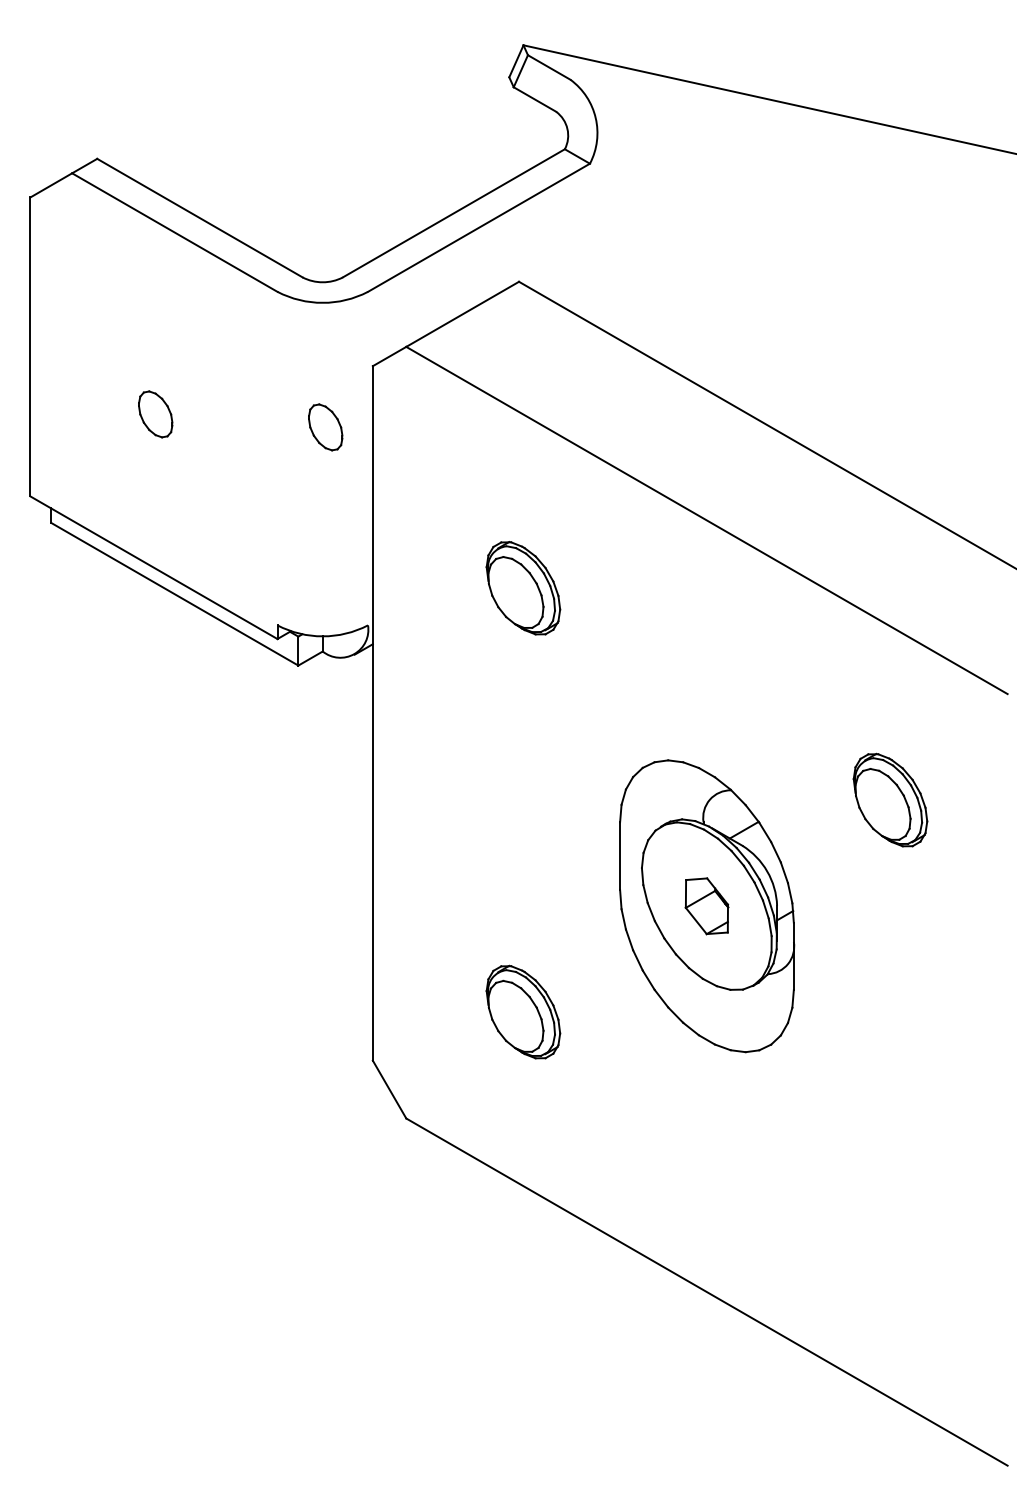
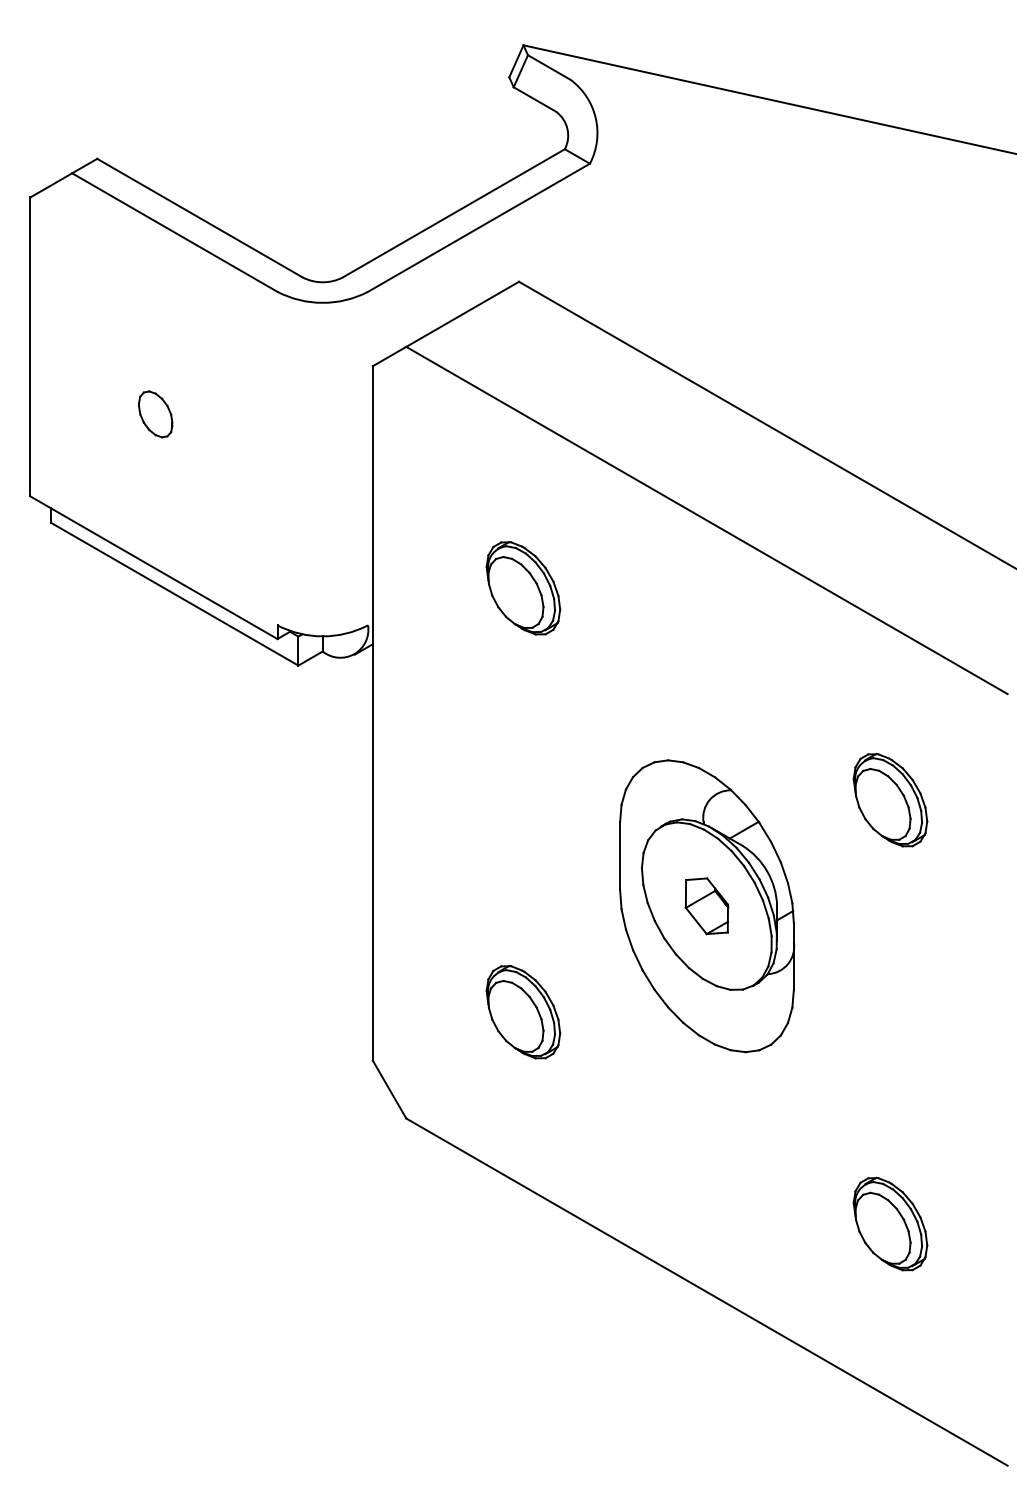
part at (325, 427): present -> none
part at (890, 1223): none -> present
